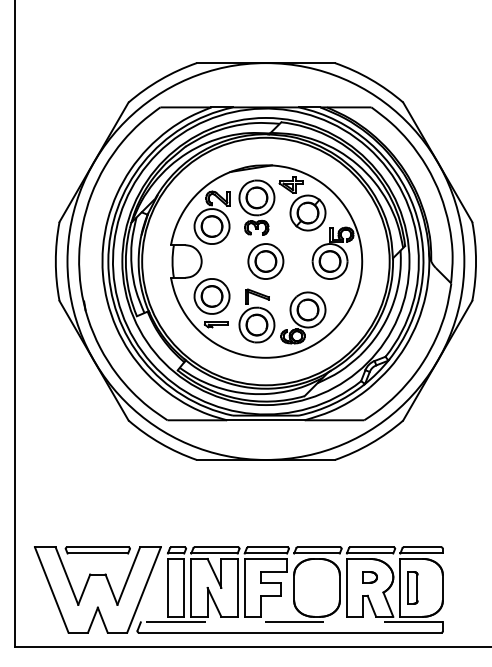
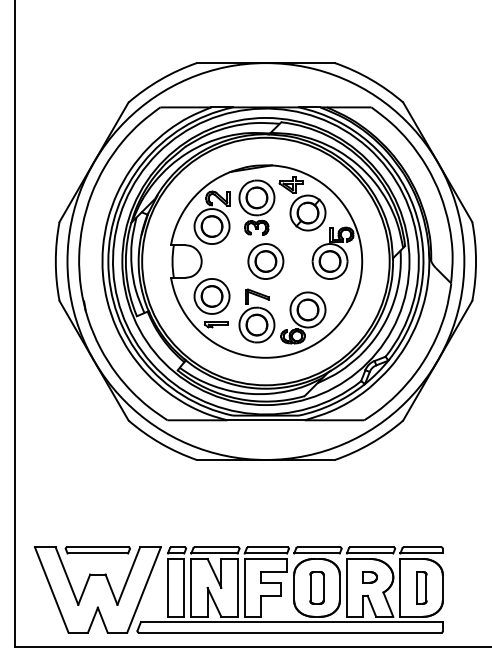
part at (316, 587): none -> present
part at (412, 587) position: (412, 587) -> (421, 587)
line at (291, 622): dashed -> solid
